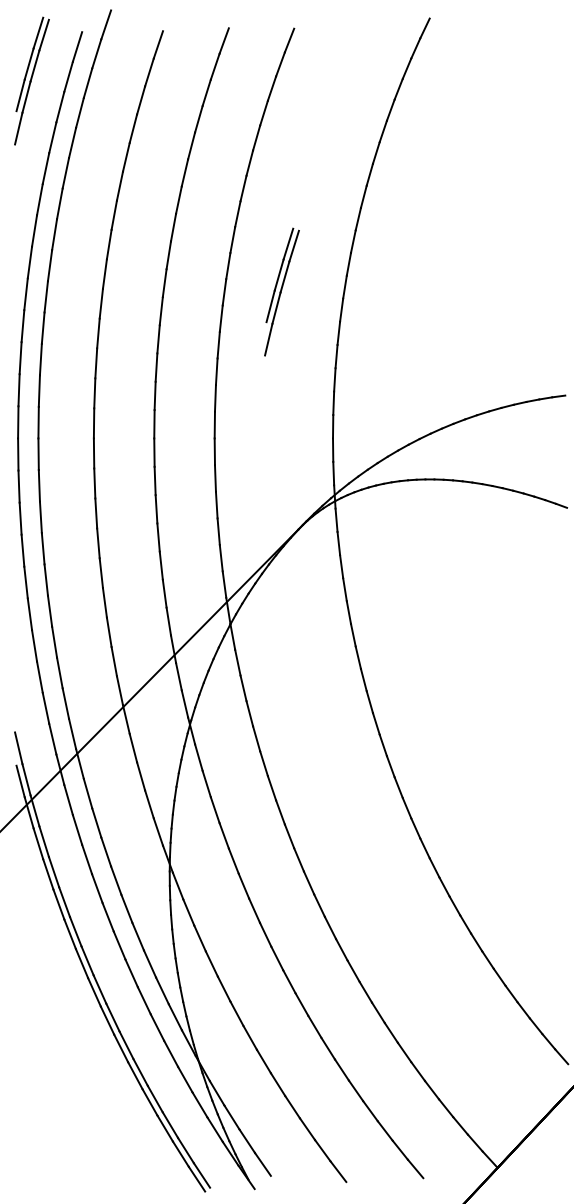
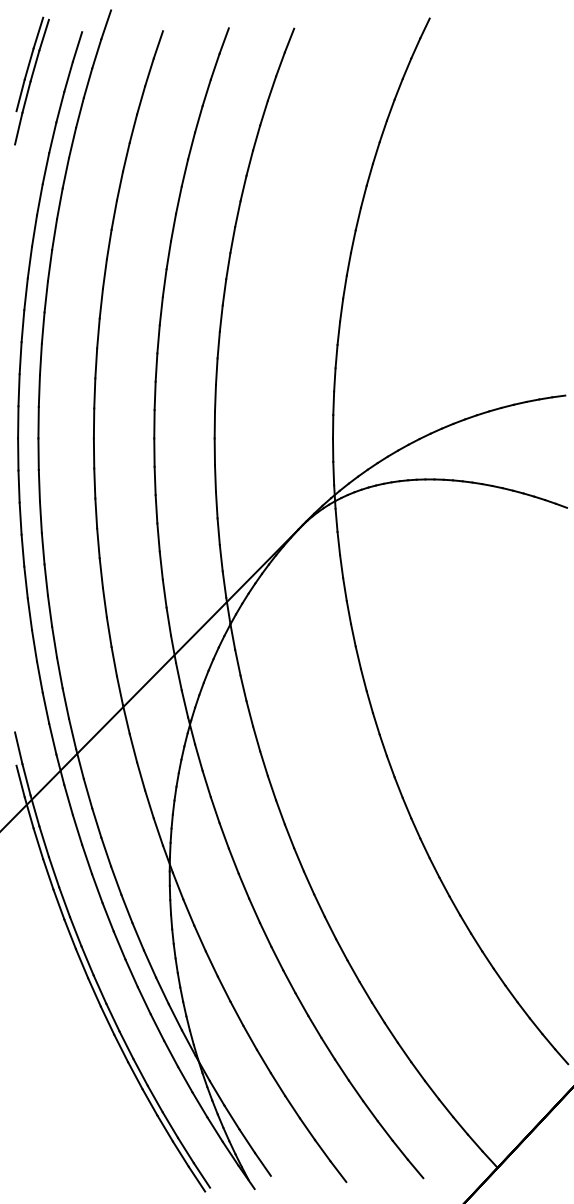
part at (281, 291): present -> none
